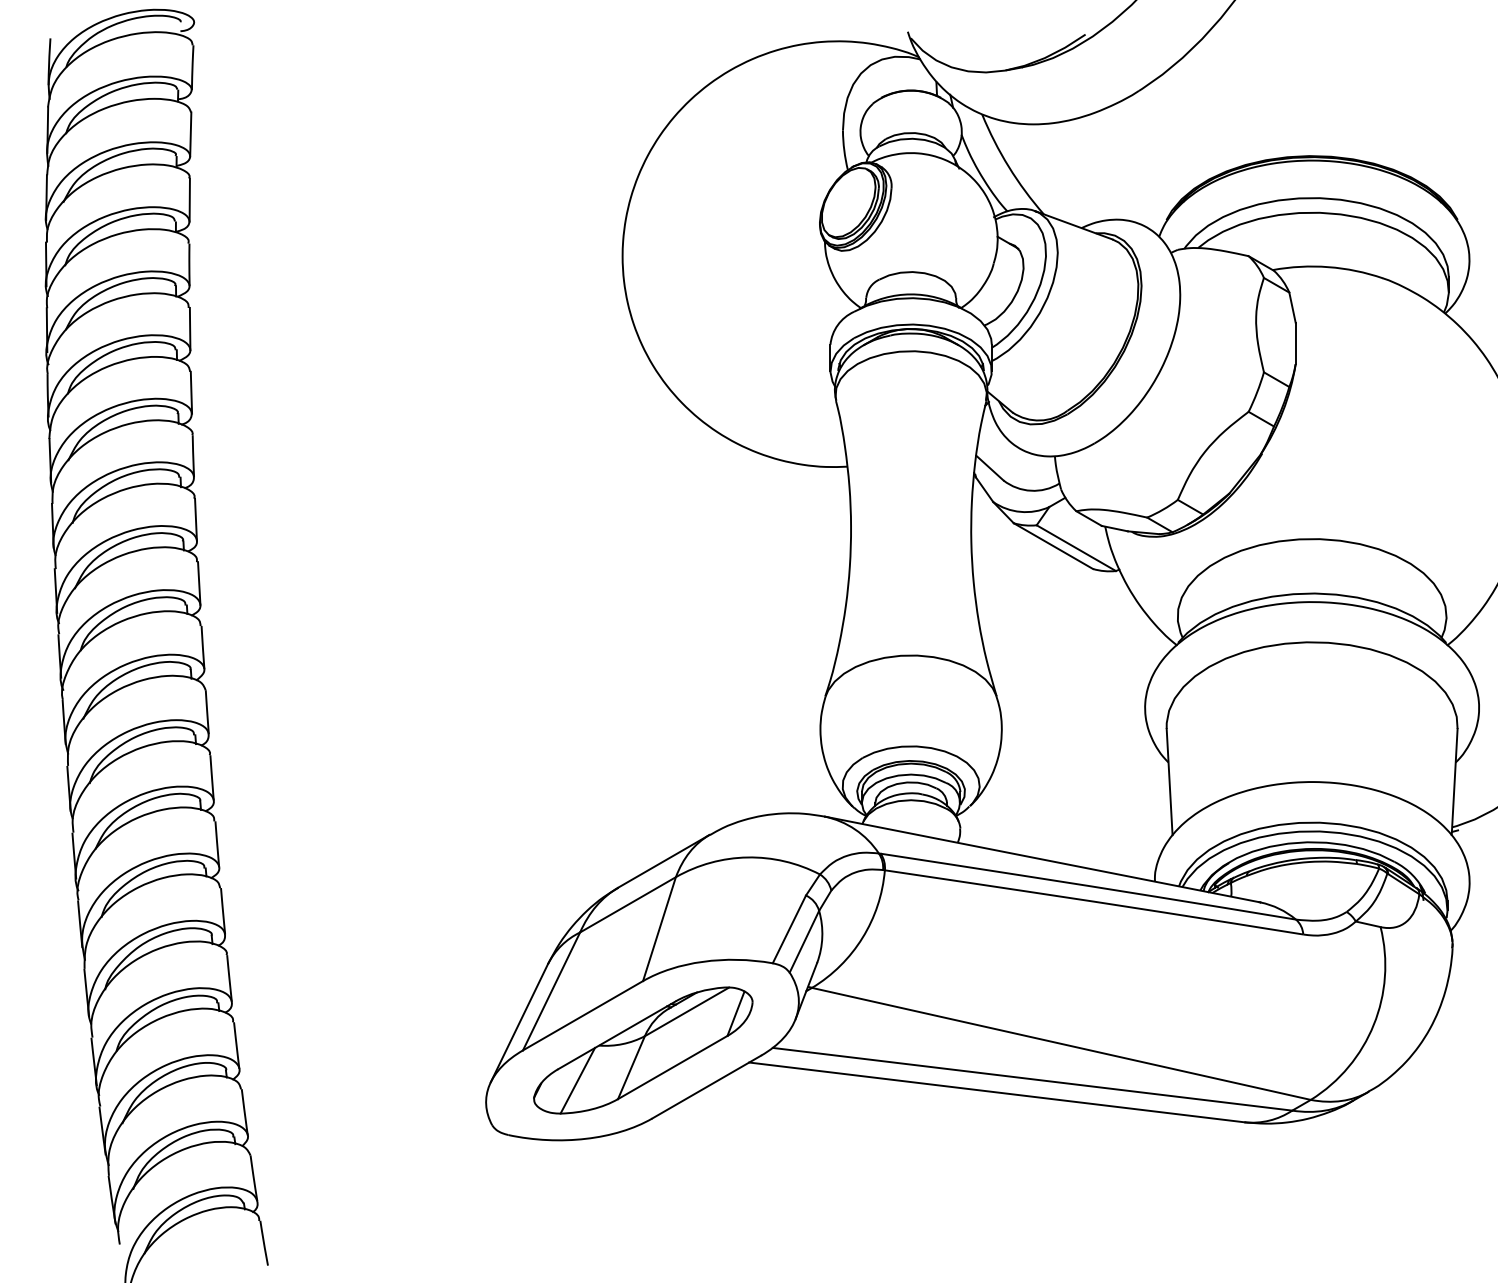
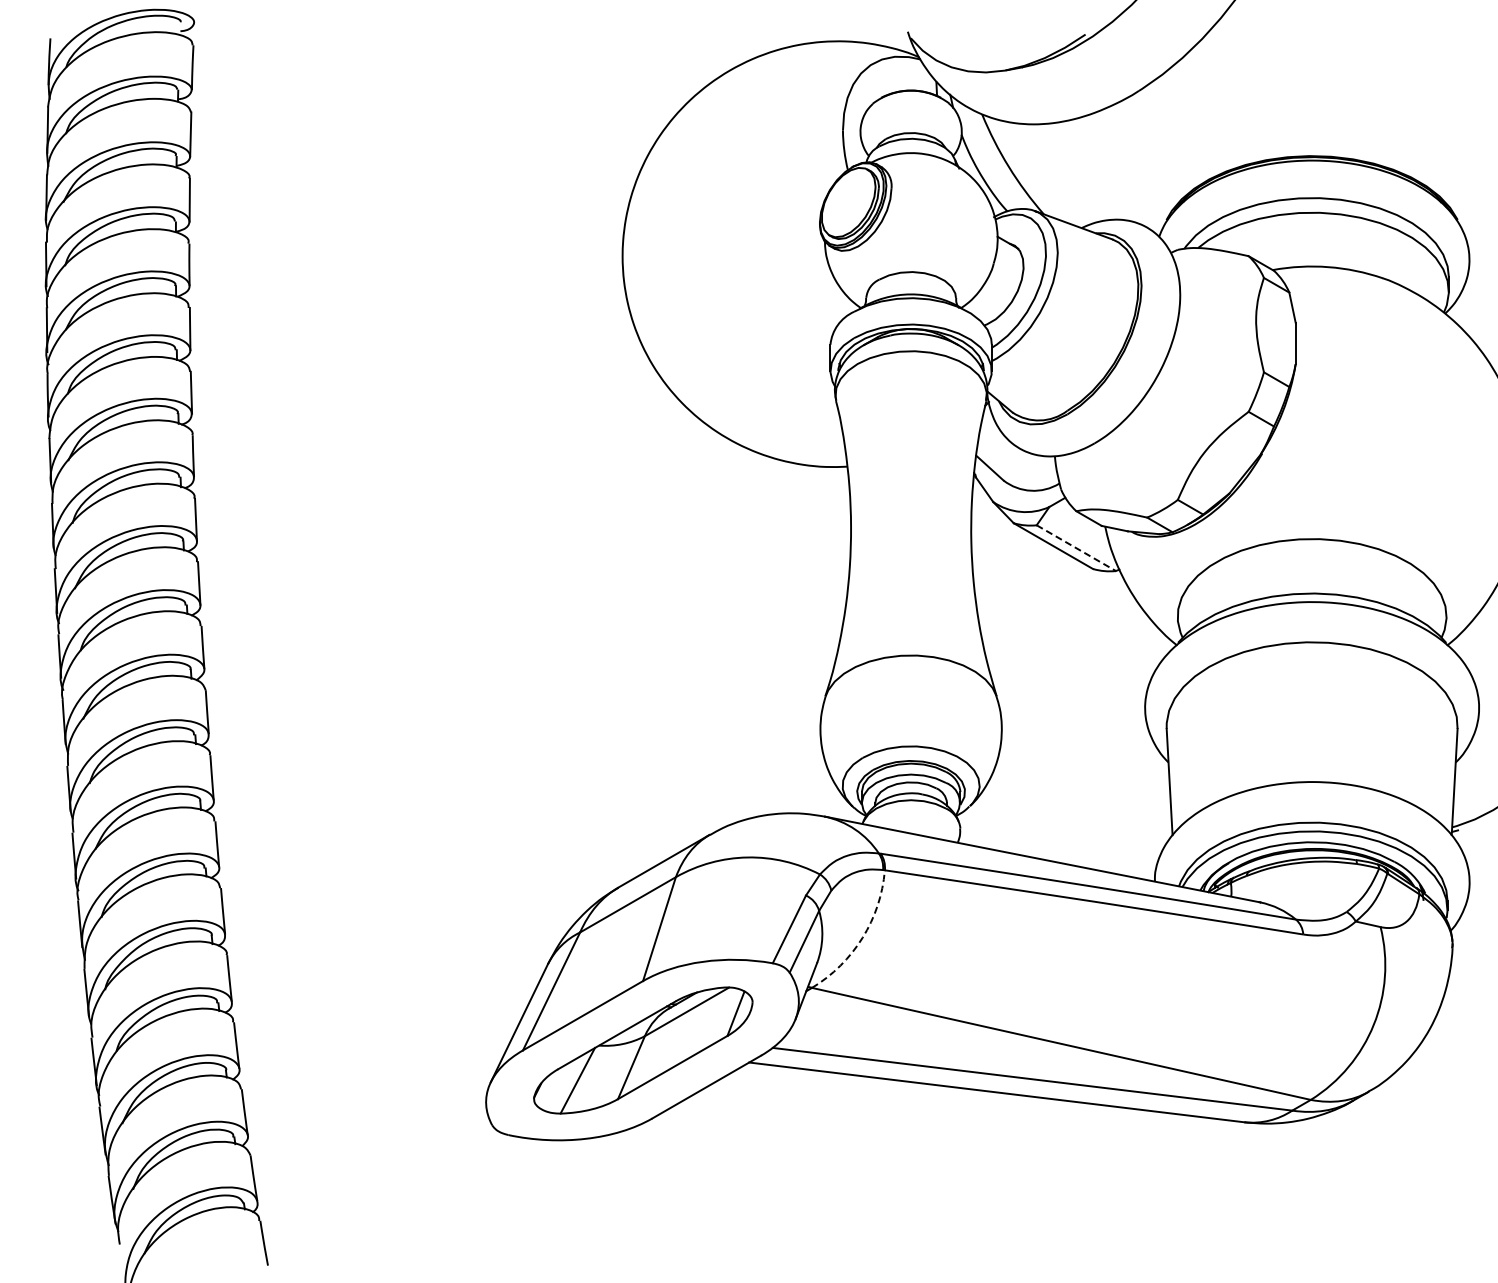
line at (1076, 548): solid -> dashed
arc at (862, 937): solid -> dashed
